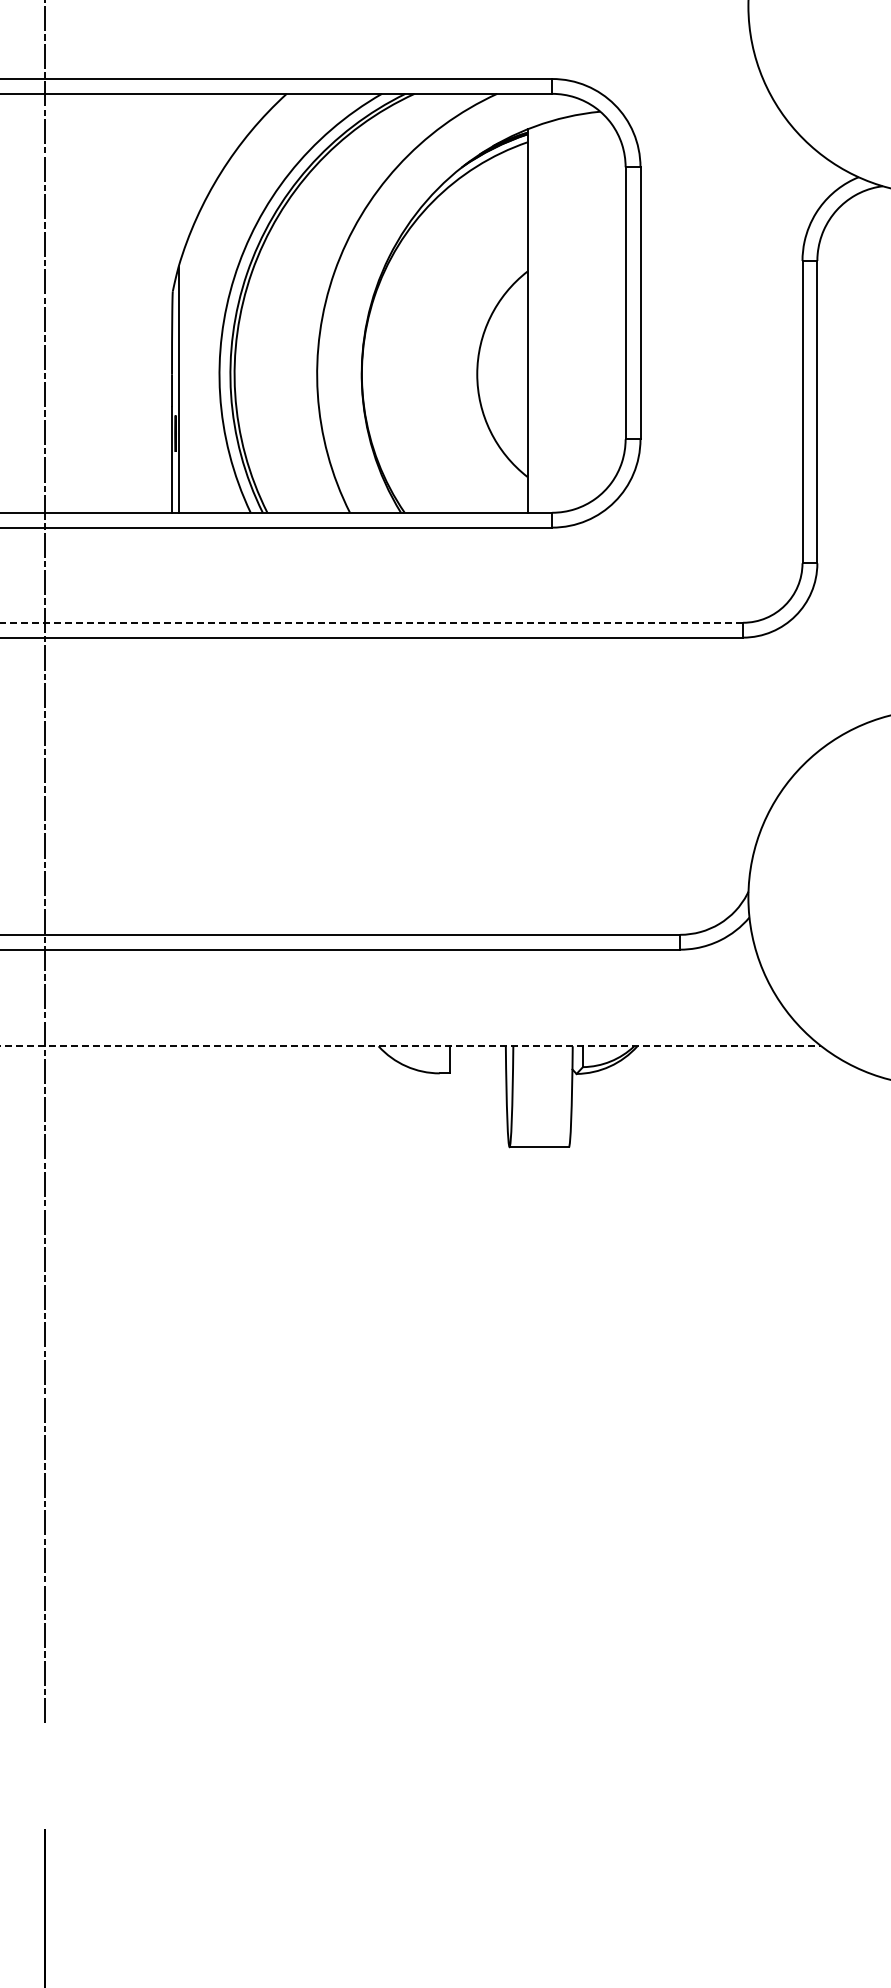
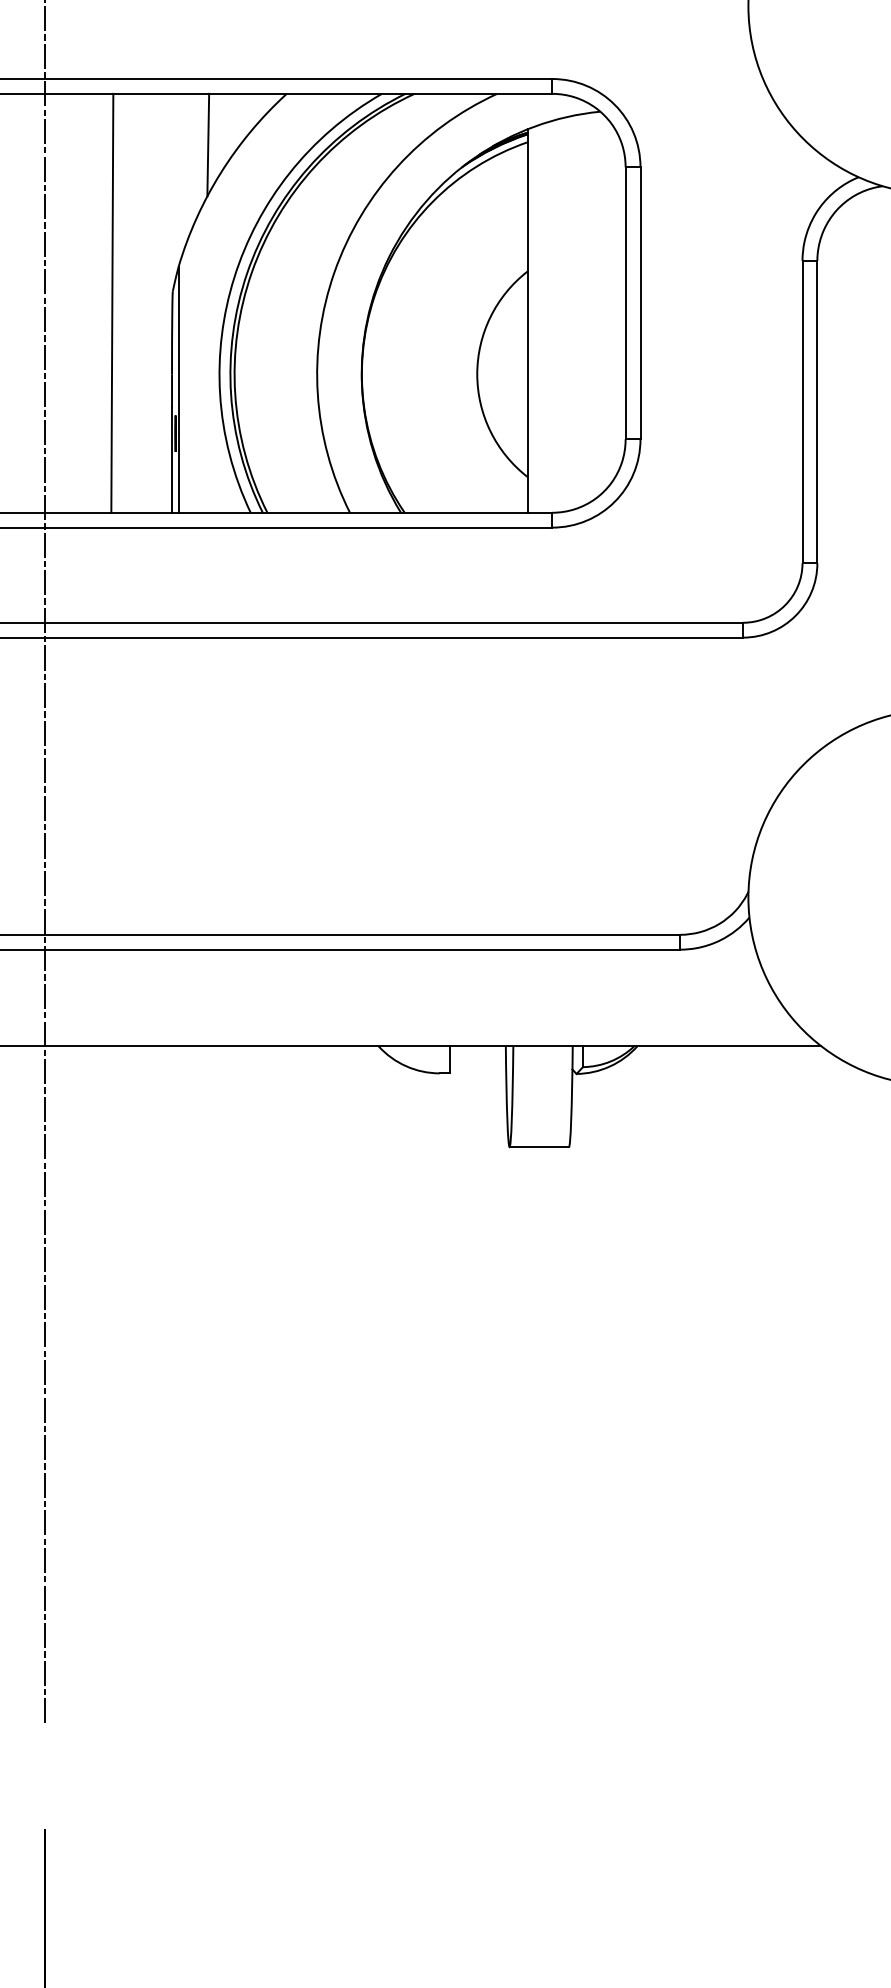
line at (208, 144): none -> present
line at (112, 302): none -> present
line at (371, 622): dashed -> solid
line at (411, 1046): dashed -> solid
